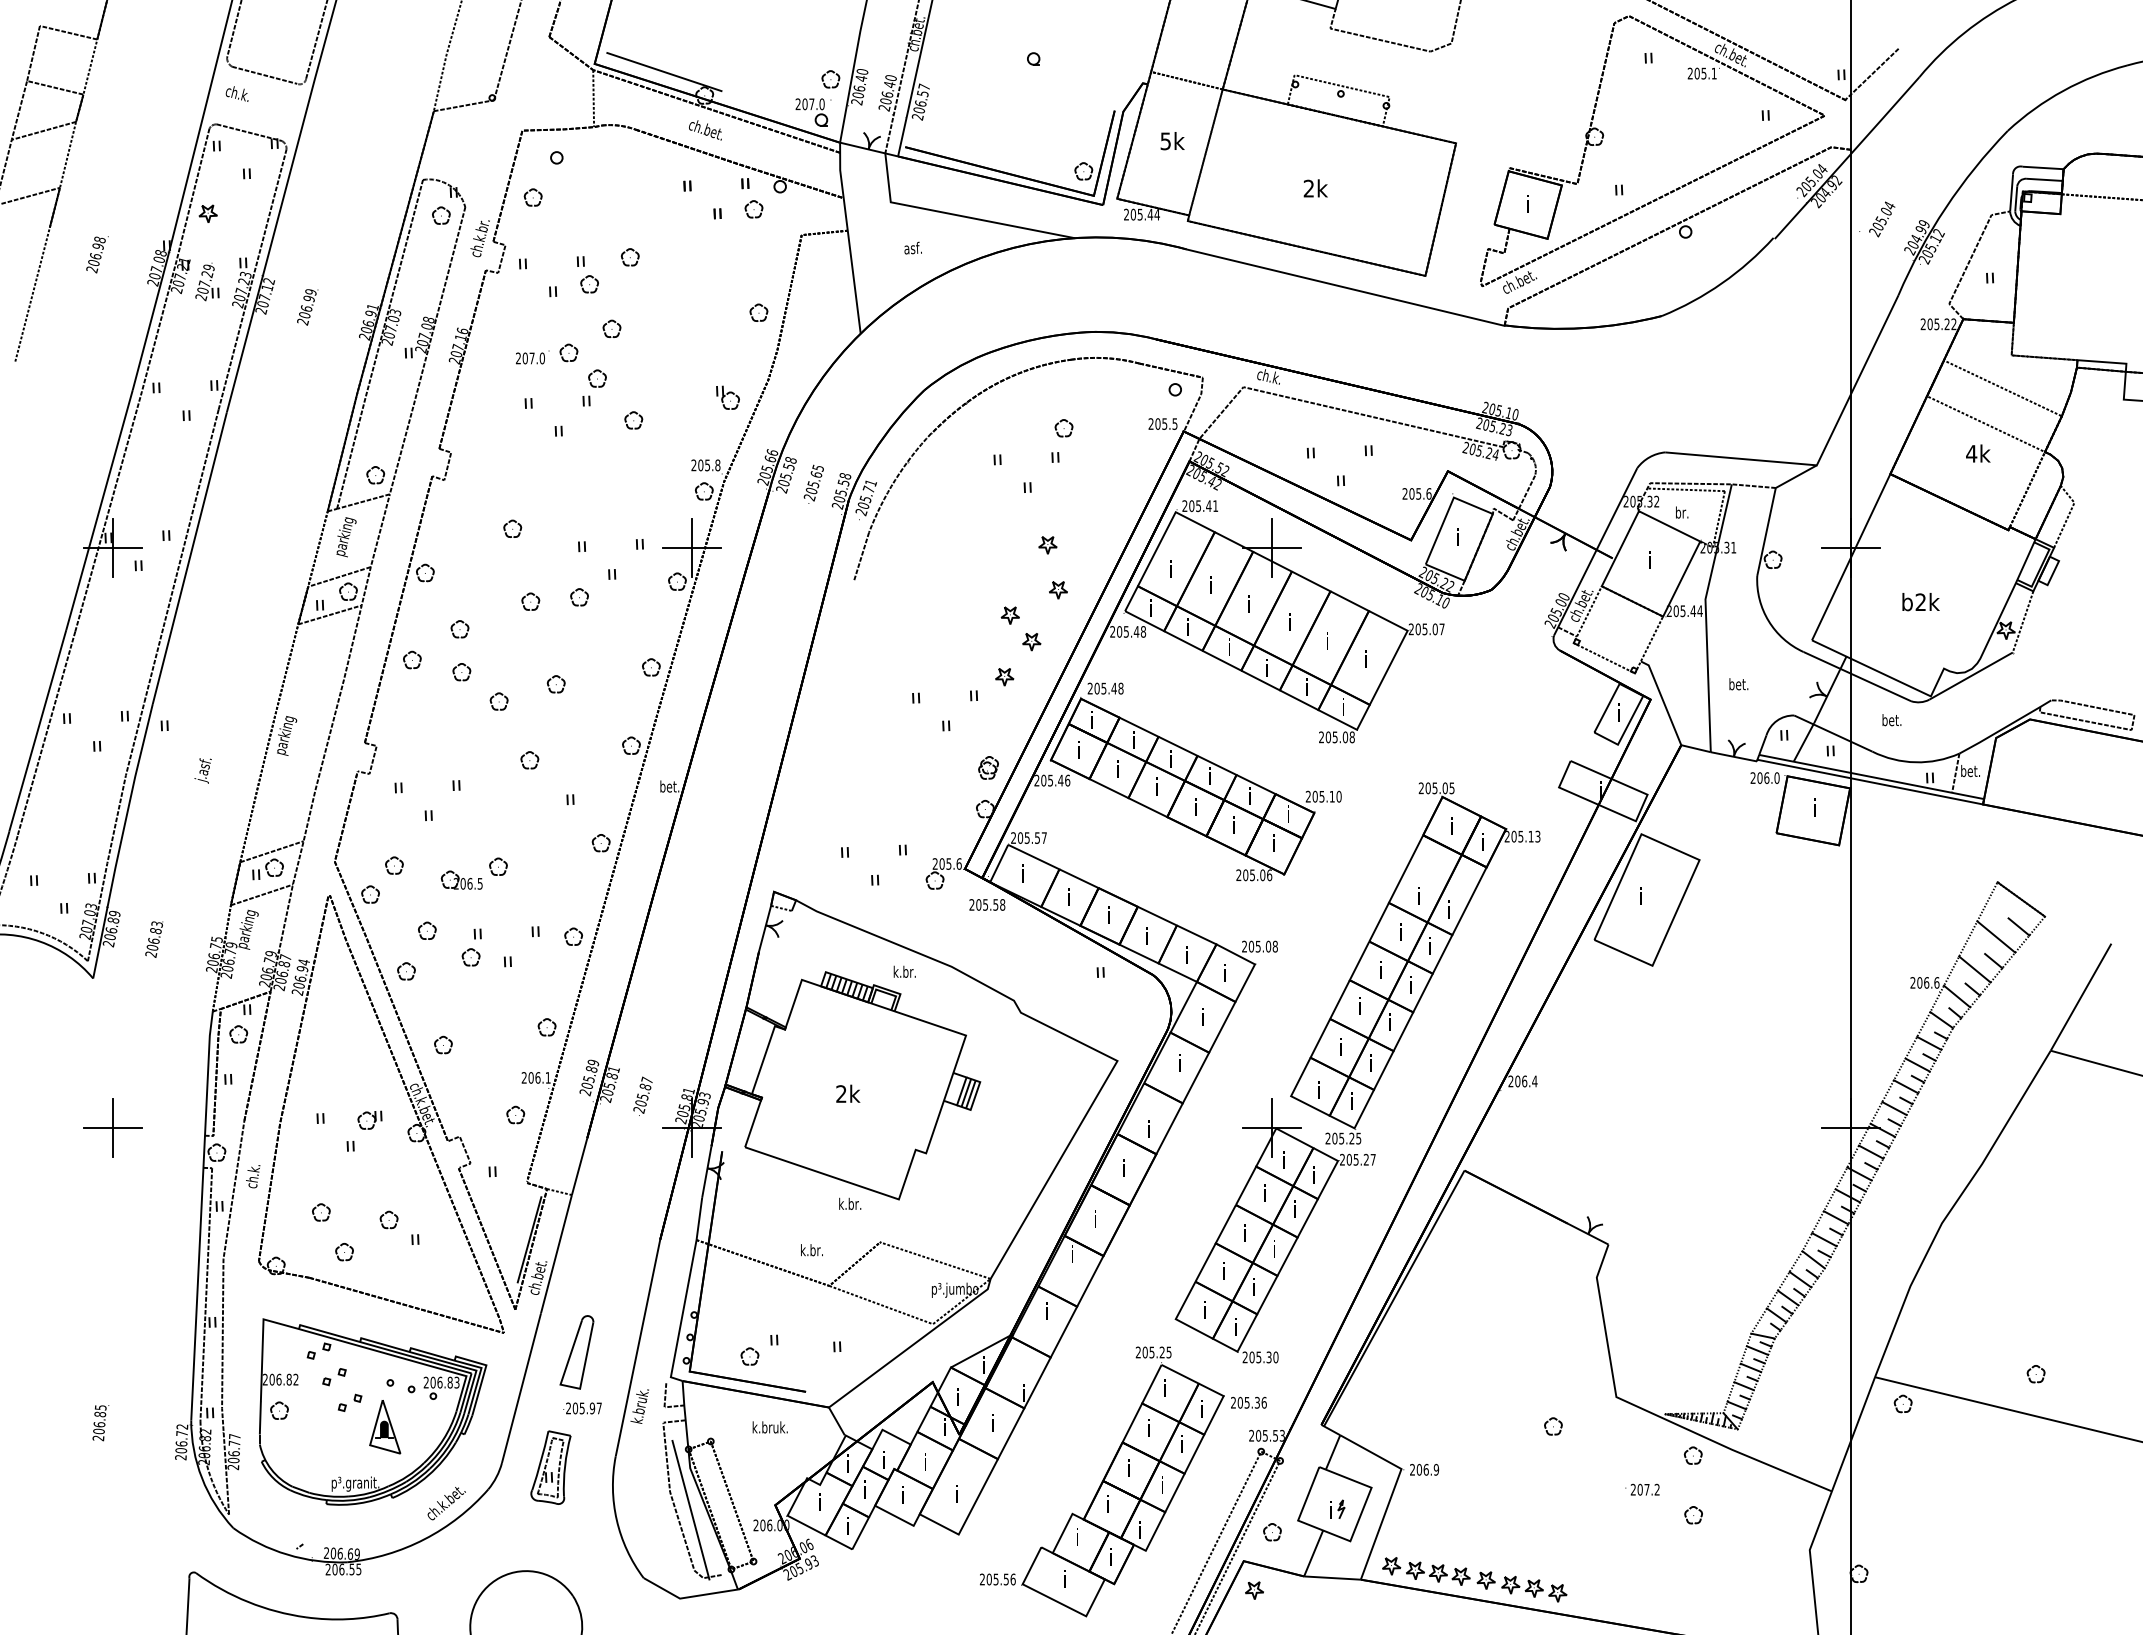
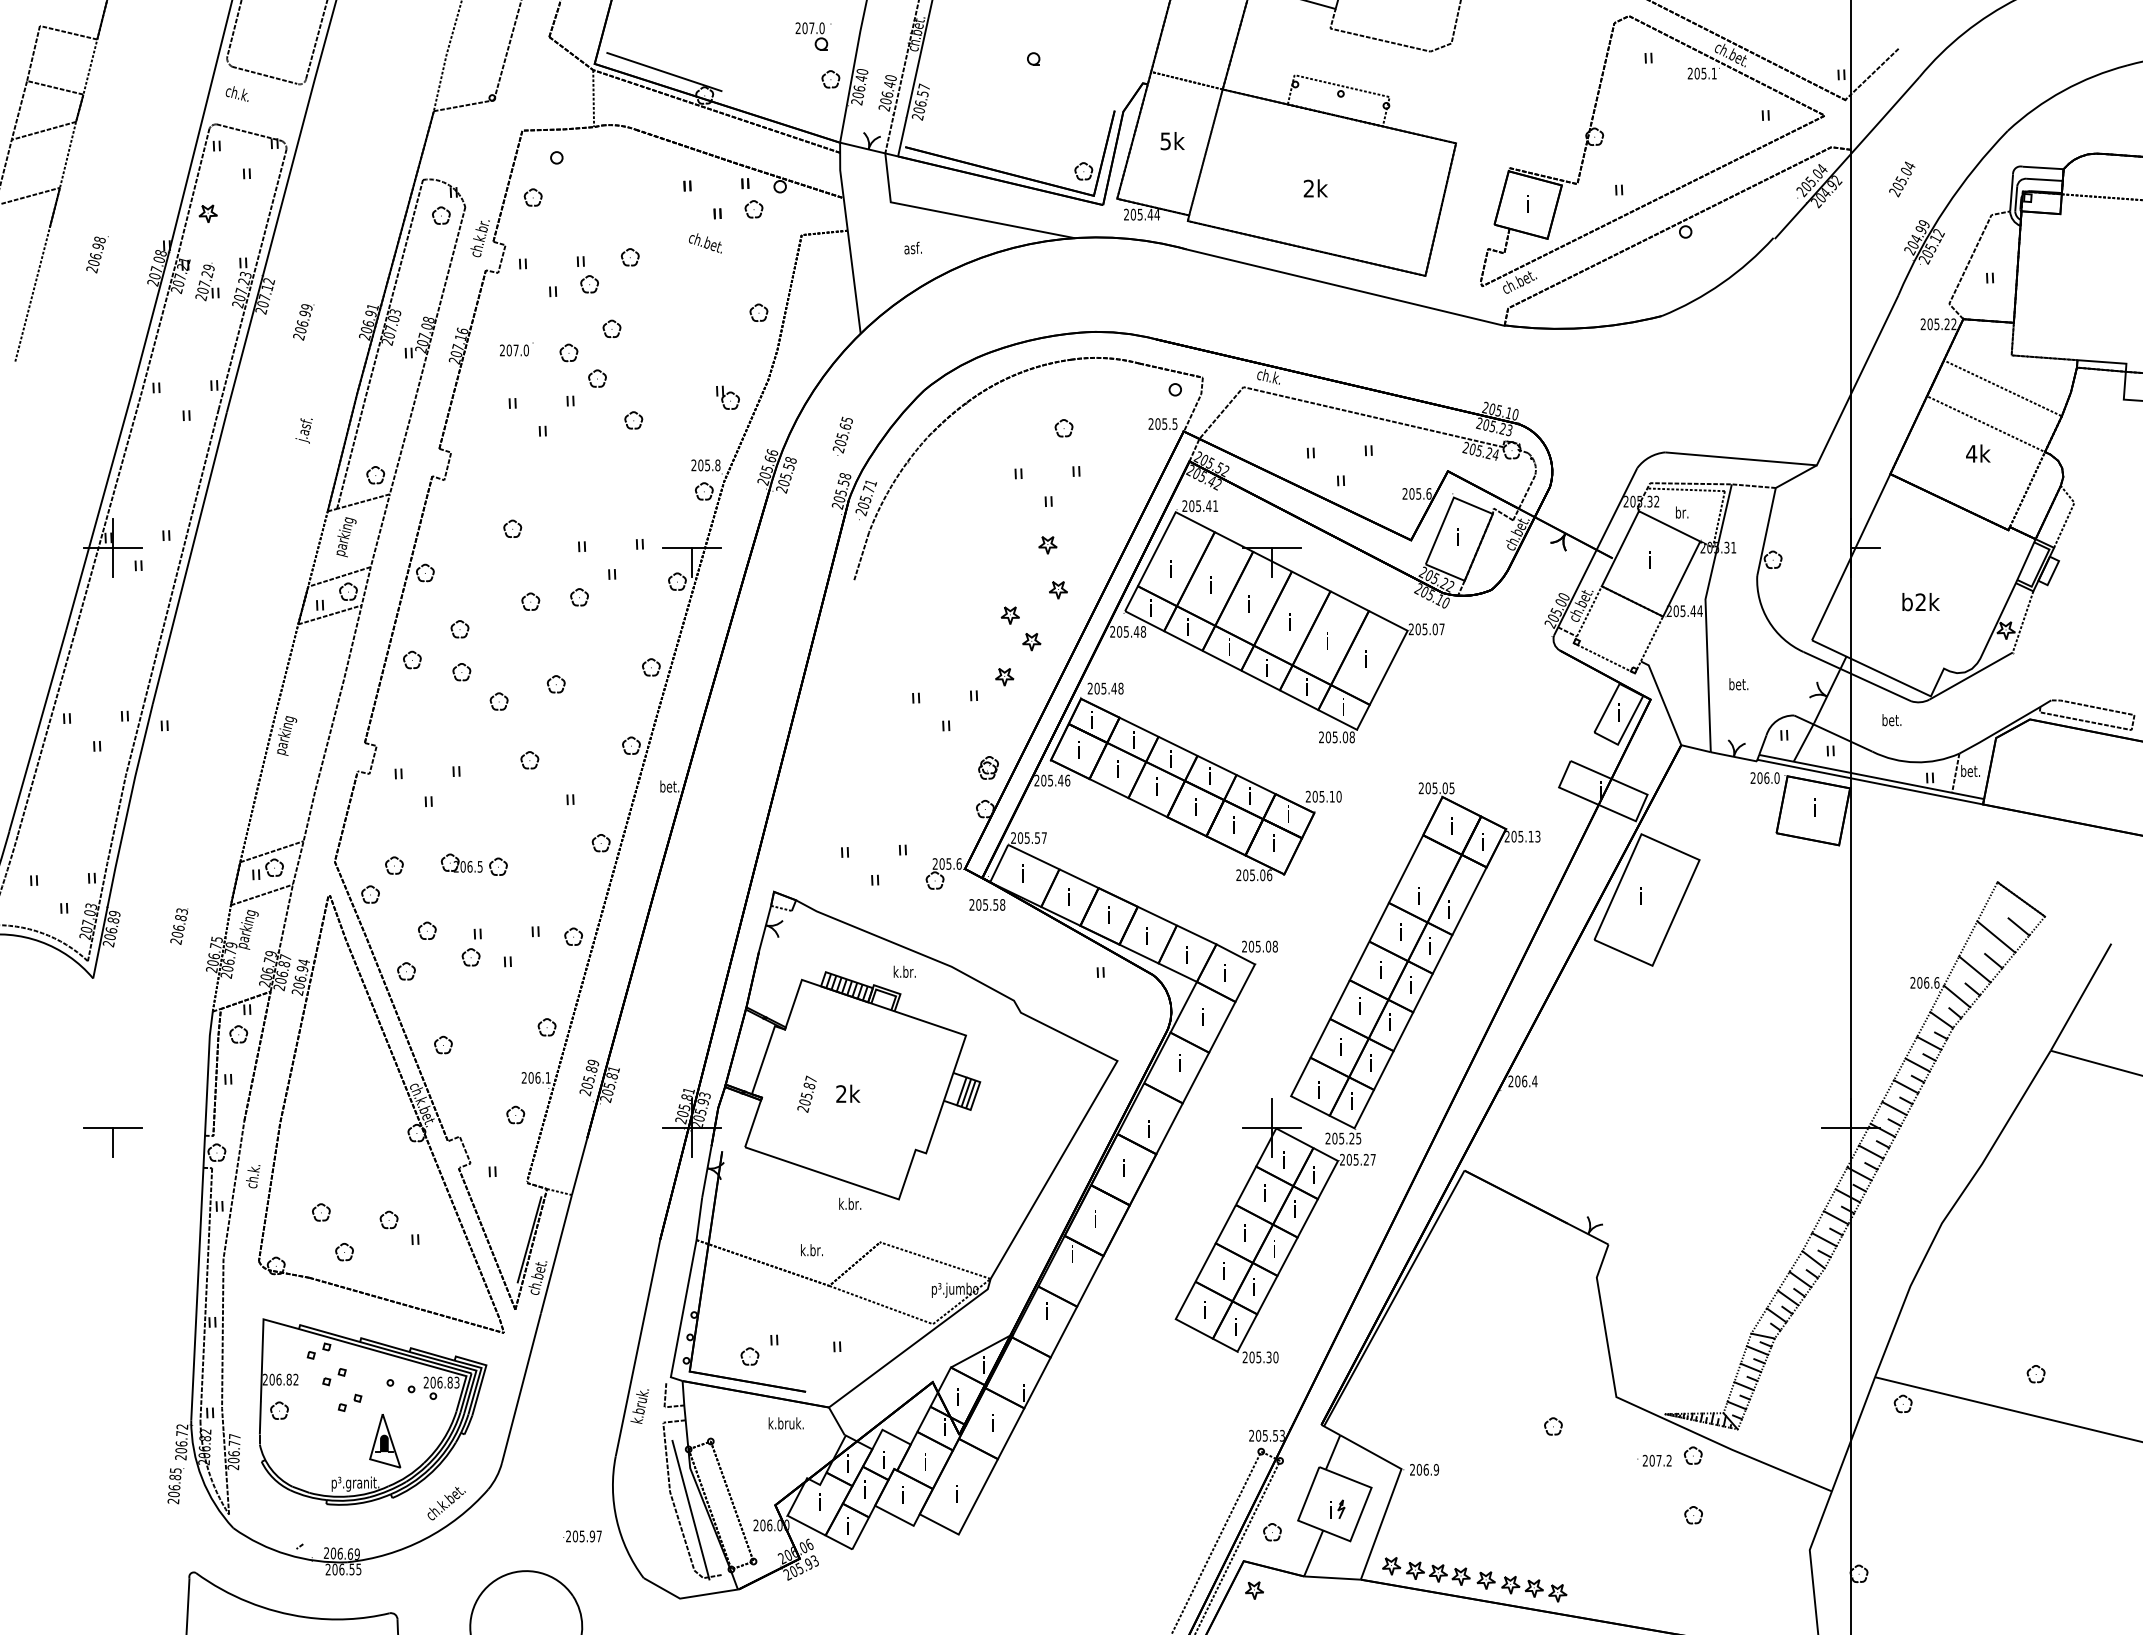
part at (813, 112) position: (813, 112) -> (813, 36)
text at (705, 130) position: (705, 130) -> (705, 243)
text at (1877, 219) position: (1877, 219) -> (1897, 179)
text at (307, 307) position: (307, 307) -> (303, 322)
text at (532, 357) position: (532, 357) -> (516, 349)
part at (561, 425) position: (561, 425) -> (545, 425)
part at (1025, 482) position: (1025, 482) -> (1046, 496)
text at (813, 483) position: (813, 483) -> (842, 435)
line at (692, 533): present -> none
line at (1271, 533): present -> none
line at (1835, 548): present -> none
text at (202, 770) position: (202, 770) -> (303, 430)
part at (426, 810) position: (426, 810) -> (426, 796)
part at (461, 879) position: (461, 879) -> (461, 862)
text at (154, 939) position: (154, 939) -> (179, 926)
text at (642, 1095) position: (642, 1095) -> (806, 1094)
line at (113, 1112): present -> none
part at (359, 1126): present -> none
part at (576, 1352): present -> none
text at (582, 1408) position: (582, 1408) -> (582, 1536)
text at (100, 1423) position: (100, 1423) -> (175, 1486)
part at (385, 1427) position: (385, 1427) -> (385, 1441)
text at (769, 1427) position: (769, 1427) -> (785, 1423)
part at (550, 1467): present -> none
part at (1123, 1481): present -> none
text at (1642, 1489) position: (1642, 1489) -> (1654, 1460)
